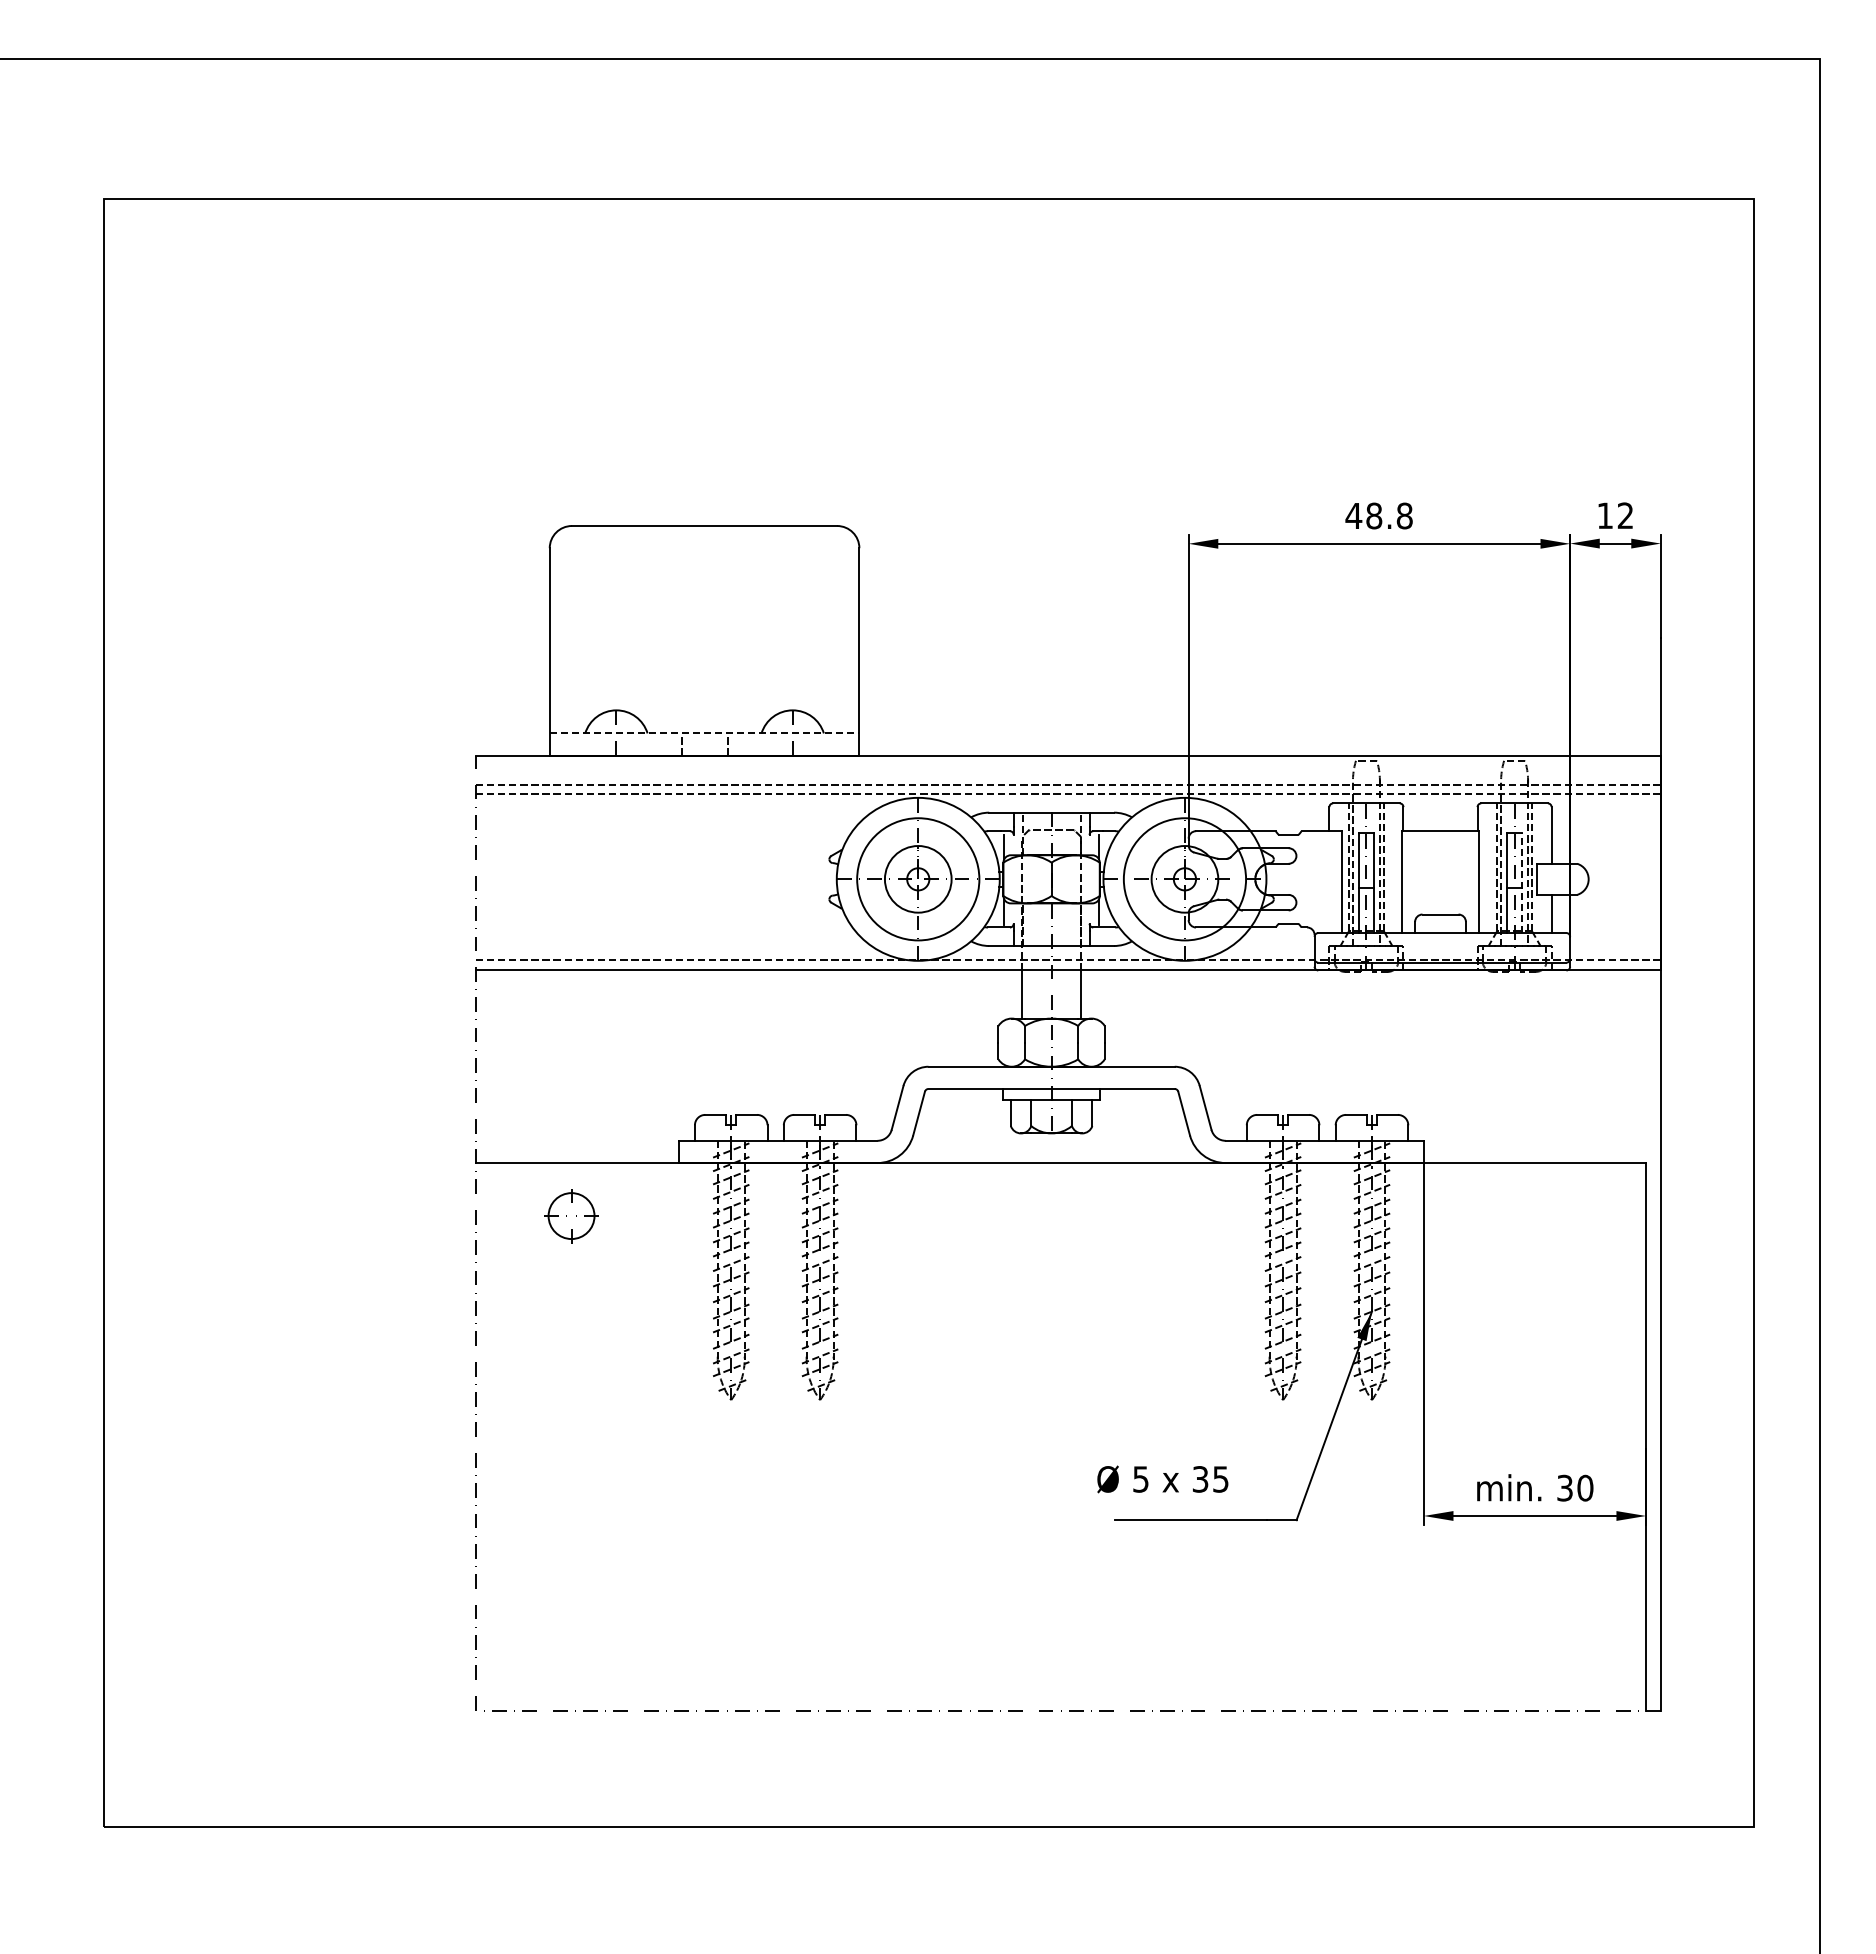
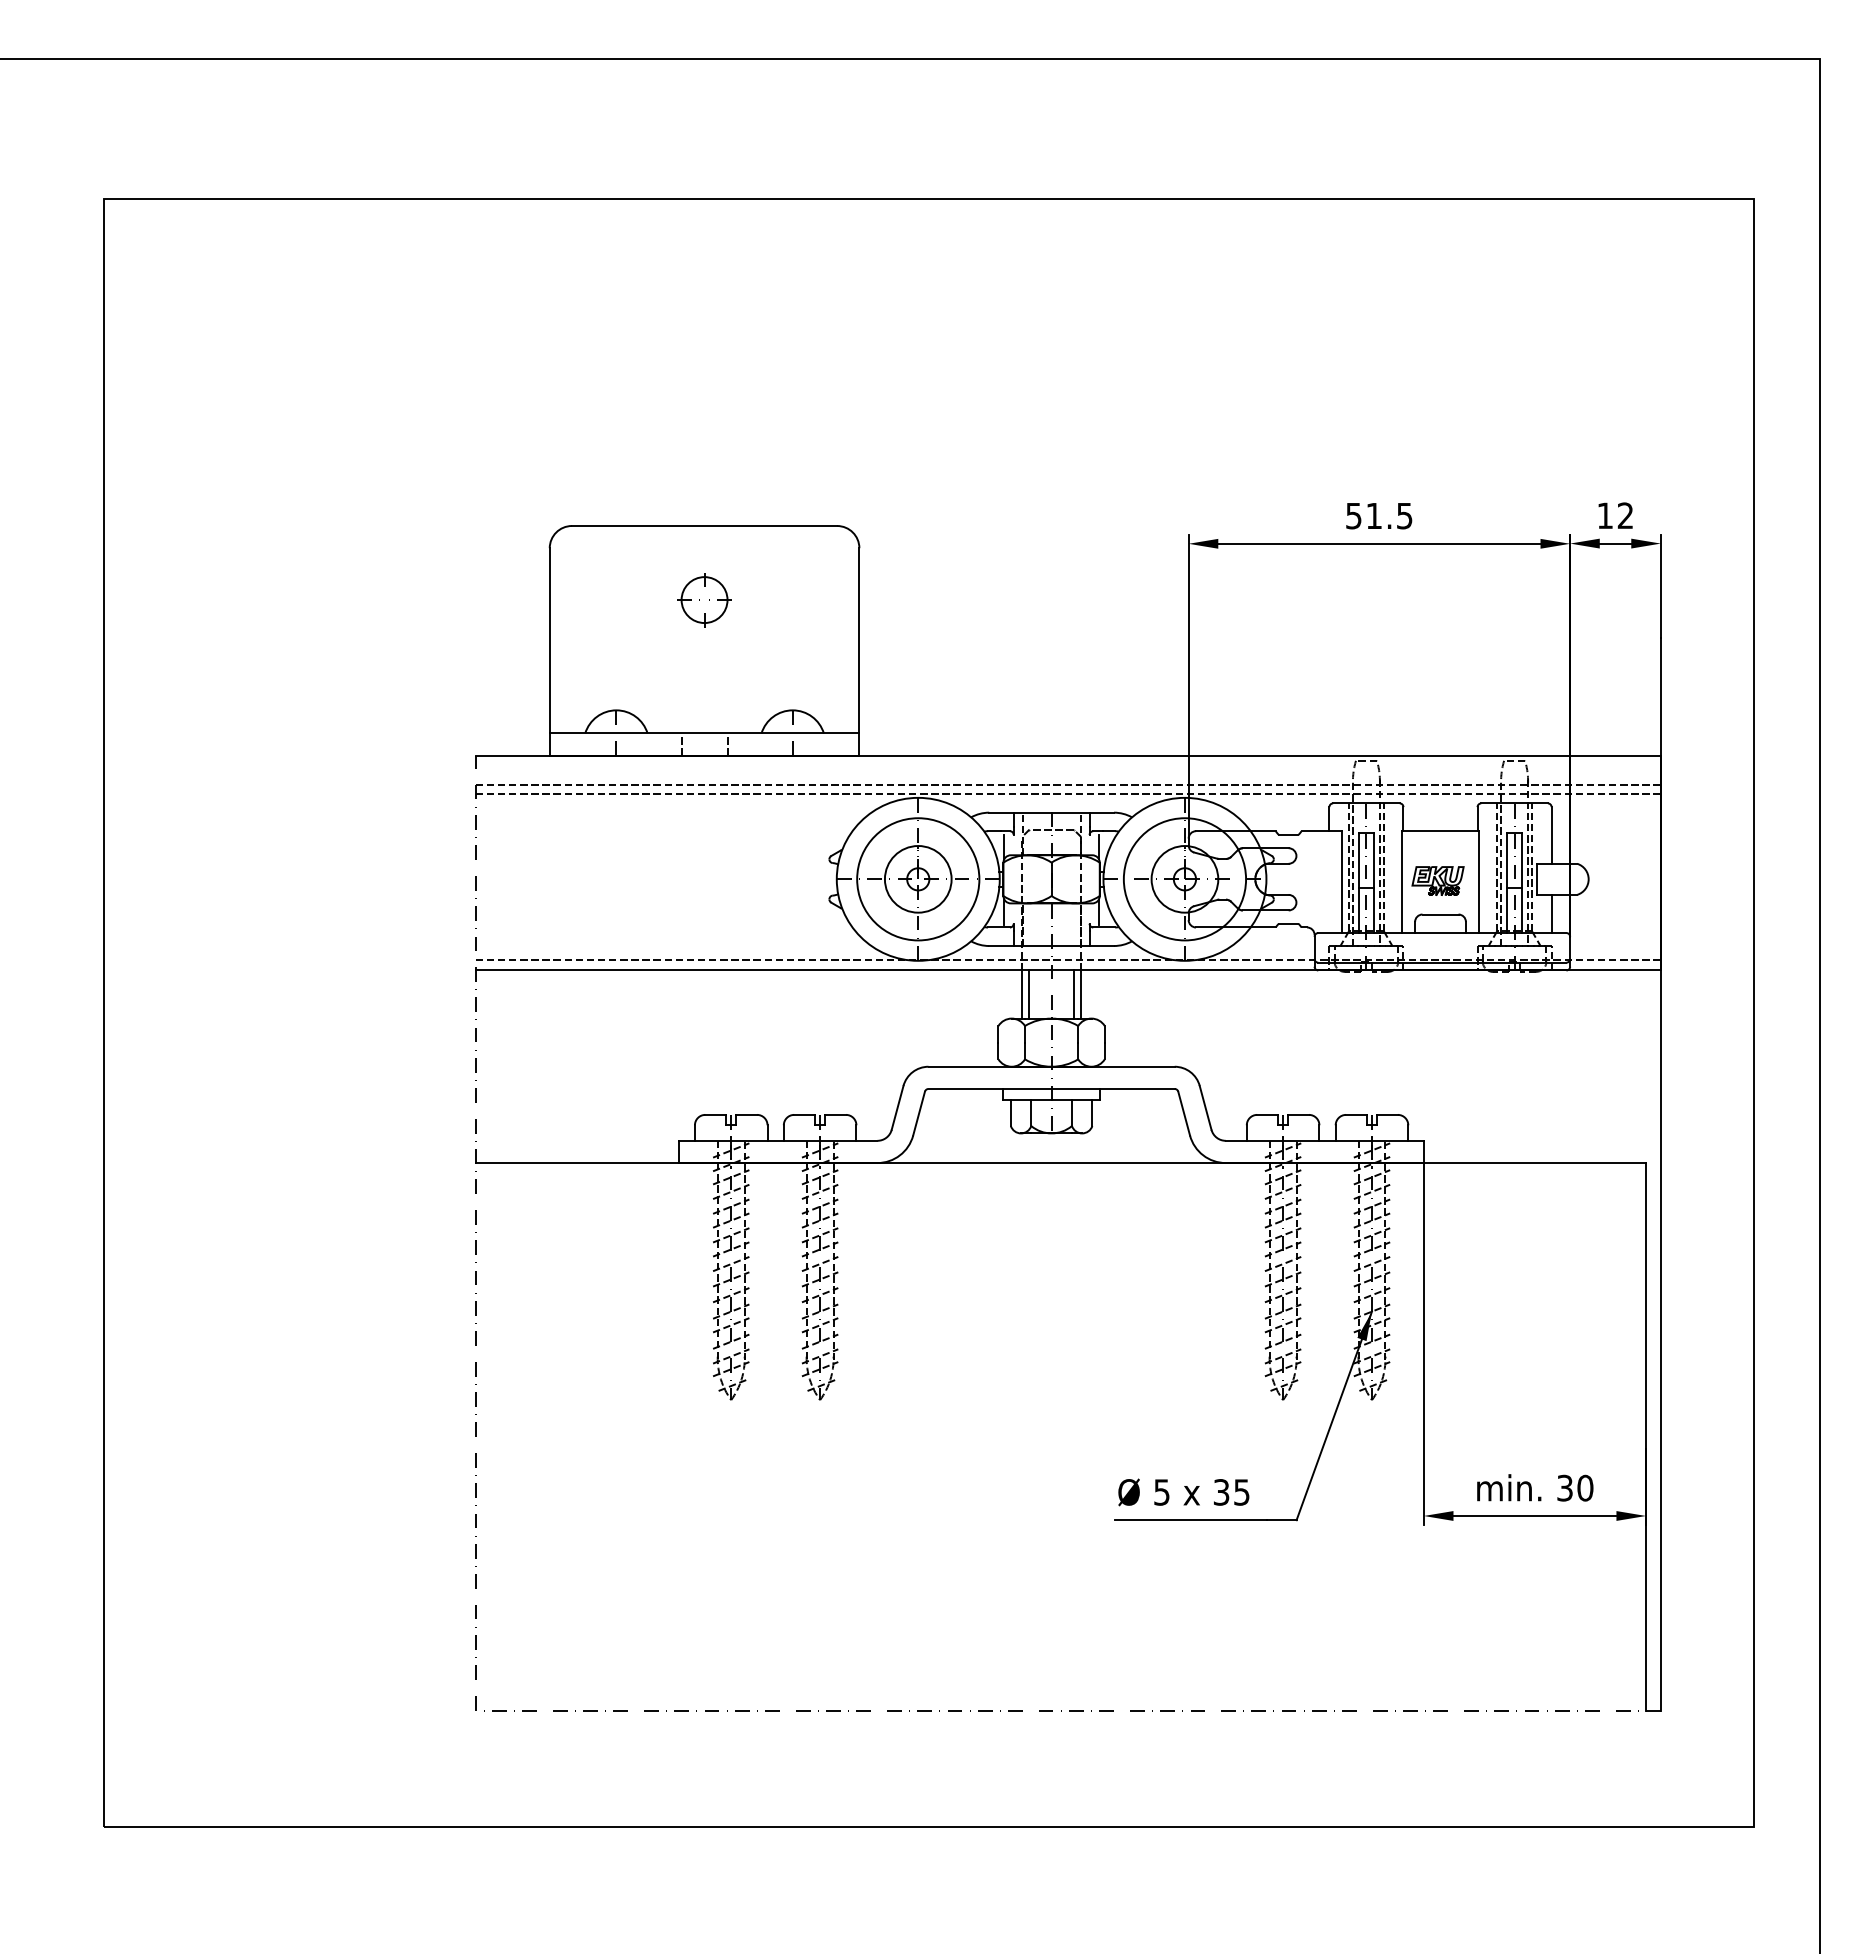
text at (1378, 515): 48.8 -> 51.5
line at (704, 733): dashed -> solid
part at (1437, 880): none -> present
line at (1522, 882): dashed -> solid
line at (1029, 994): none -> present
line at (1073, 994): none -> present
part at (571, 1216) position: (571, 1216) -> (704, 600)
text at (1162, 1479) position: (1162, 1479) -> (1183, 1492)
